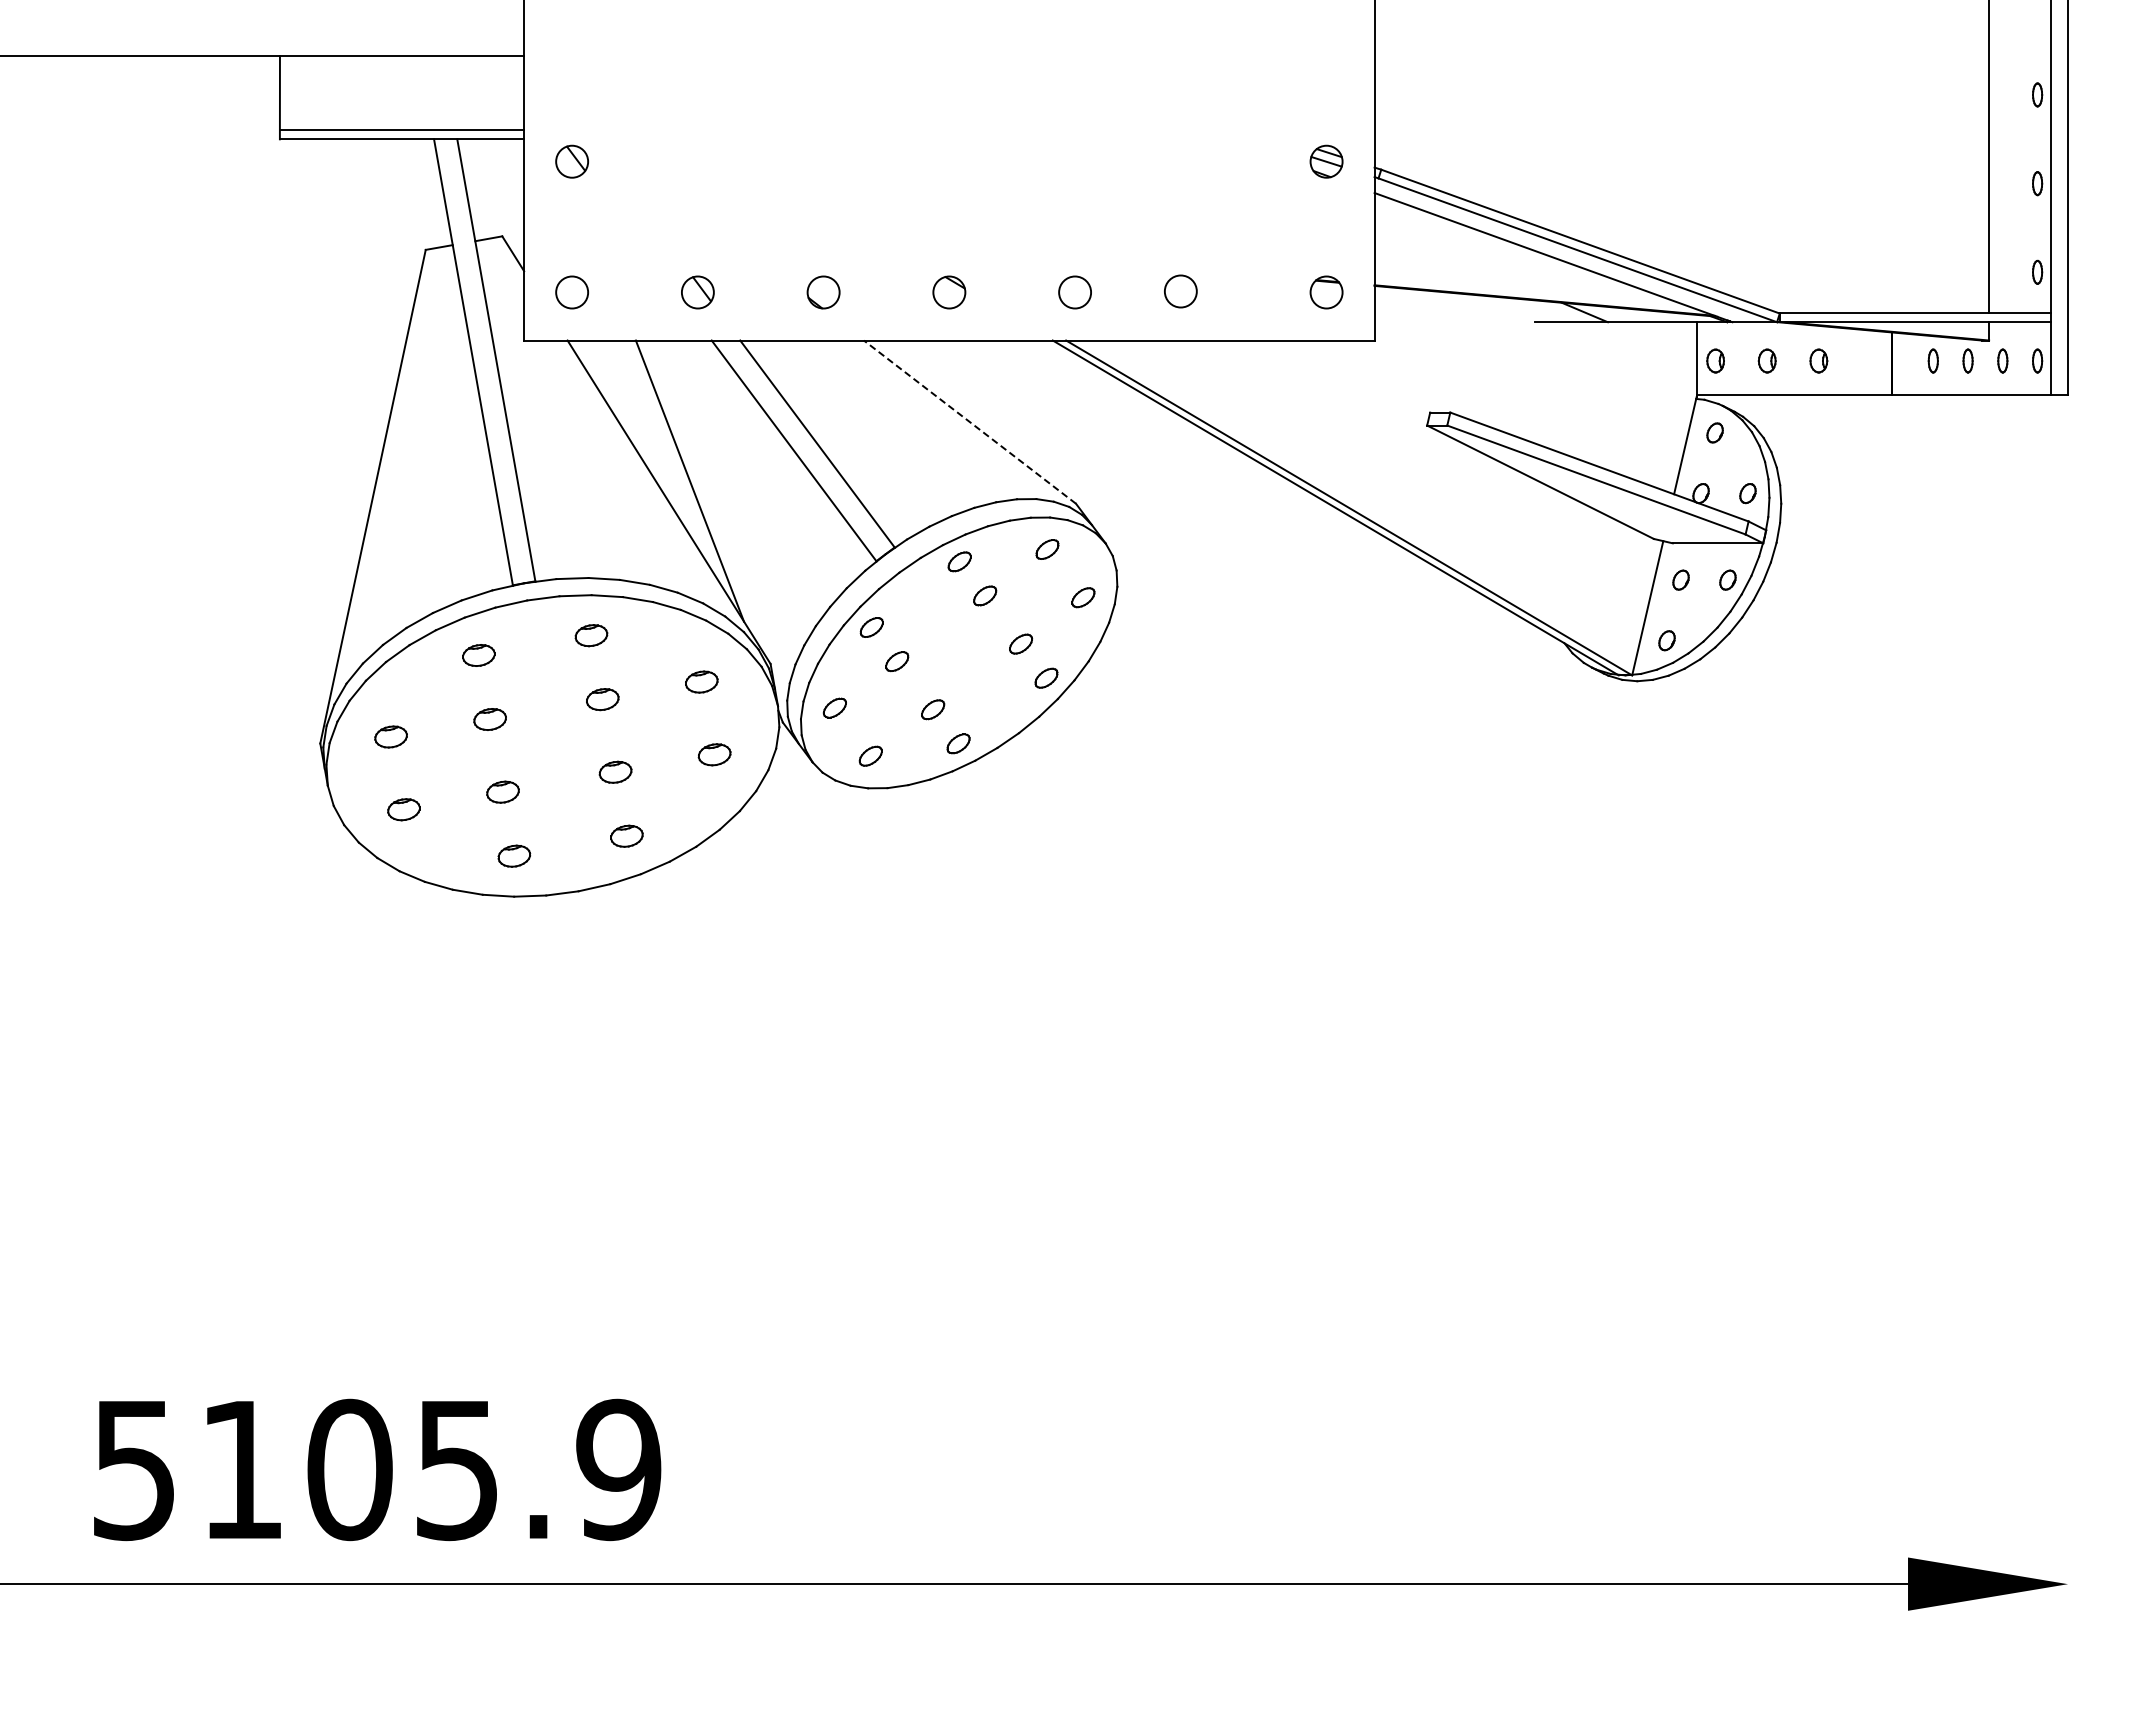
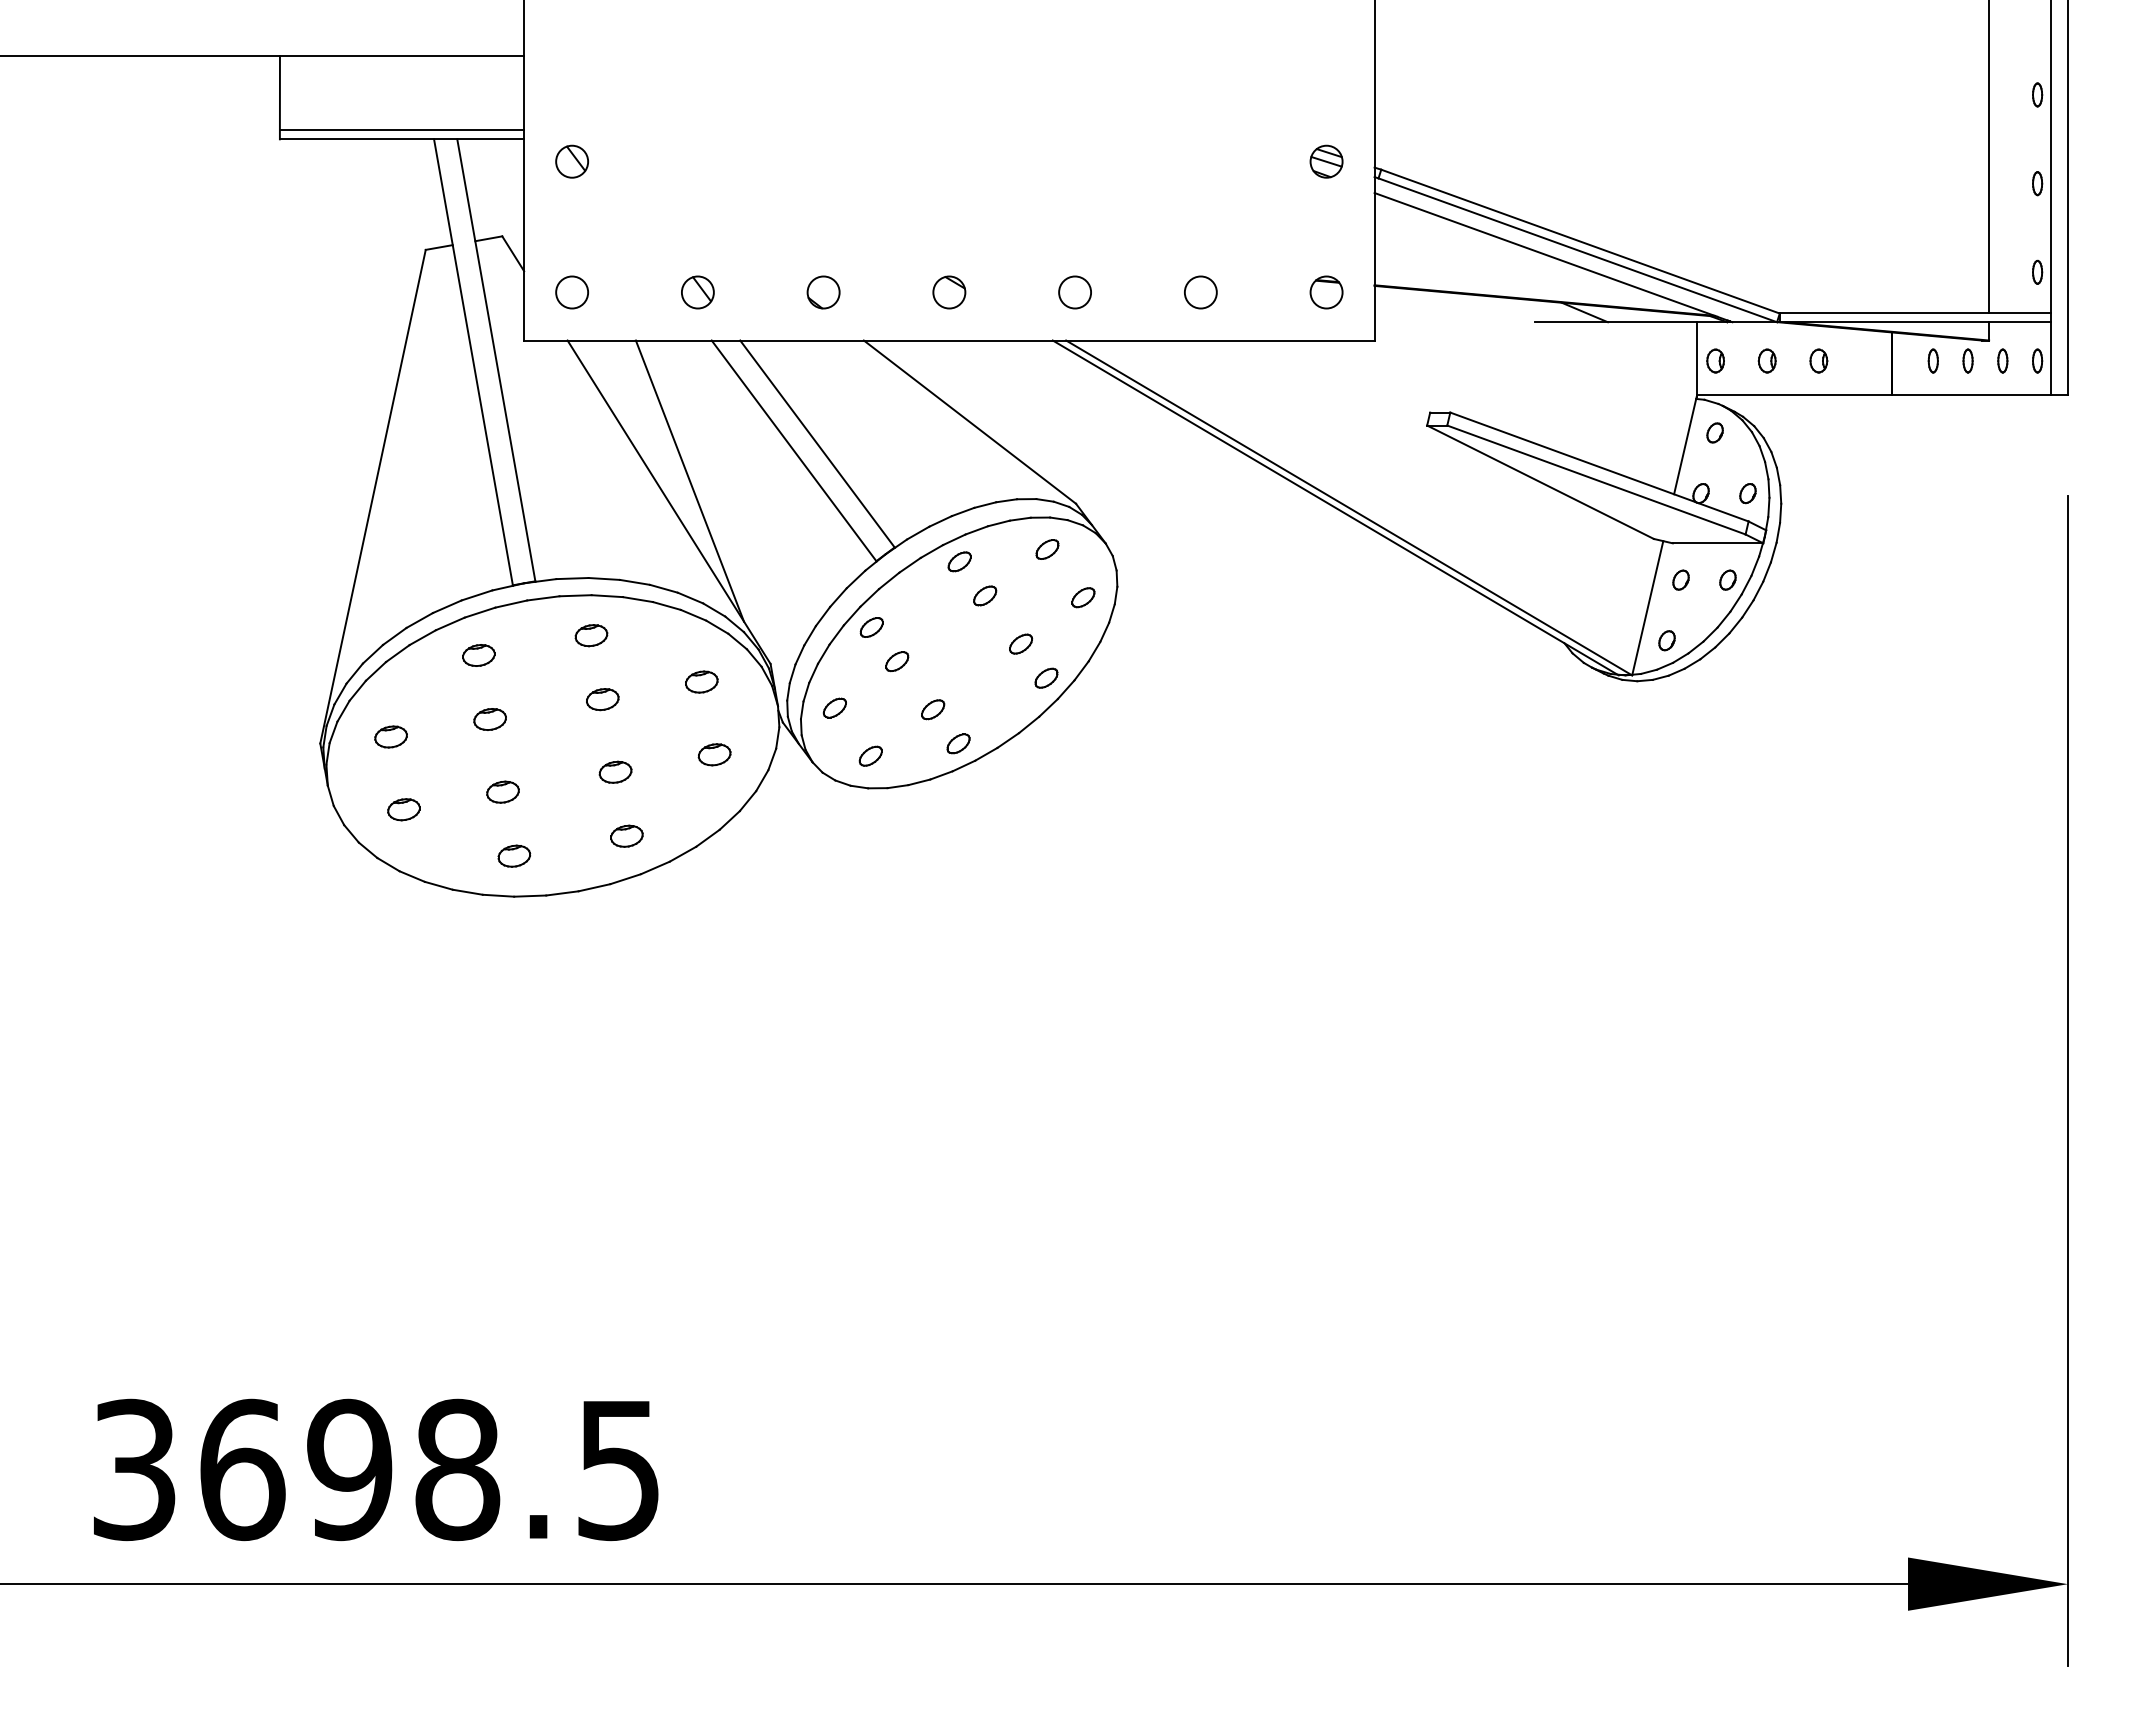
circle at (1180, 291) position: (1180, 291) -> (1200, 292)
line at (969, 422): dashed -> solid
line at (2068, 1080): none -> present
text at (377, 1469): 5105.9 -> 3698.5
